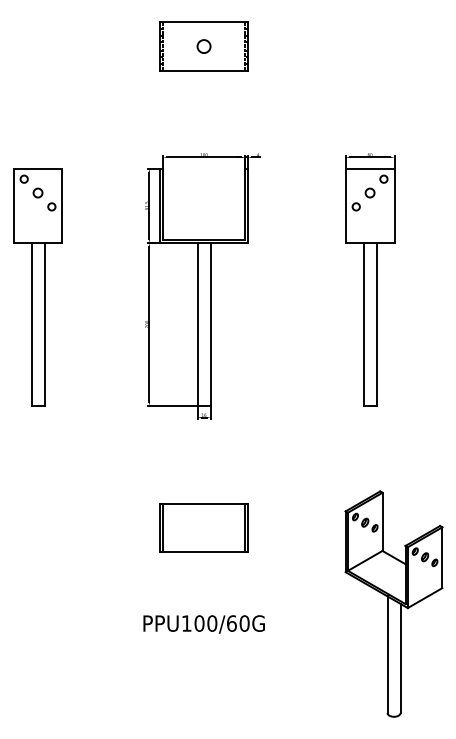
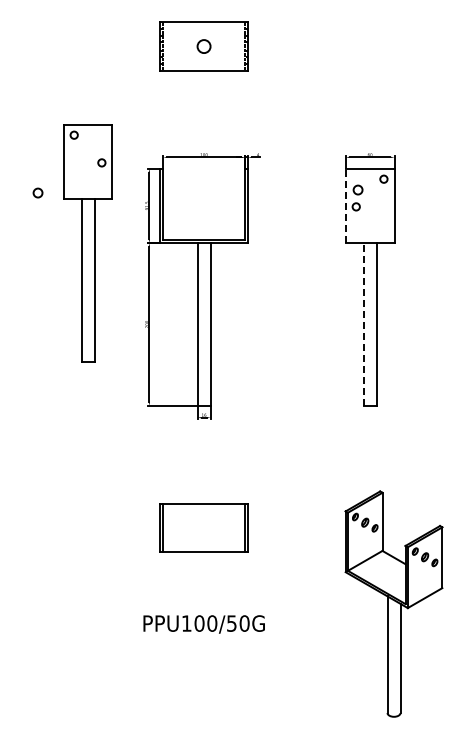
circle at (369, 192) position: (369, 192) -> (357, 189)
line at (345, 205): solid -> dashed
part at (37, 287) position: (37, 287) -> (87, 243)
line at (363, 324): solid -> dashed
text at (231, 623): PPU100/60G -> PPU100/50G
